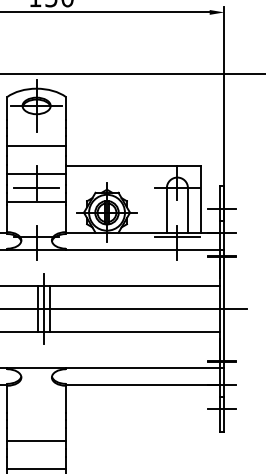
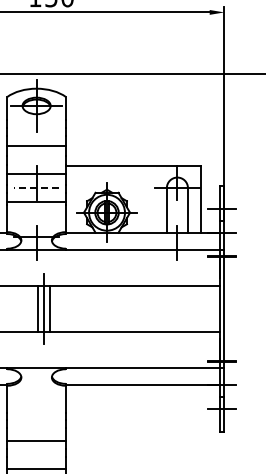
line at (36, 188): solid -> dashed
line at (177, 237): present -> none
line at (124, 308): present -> none
